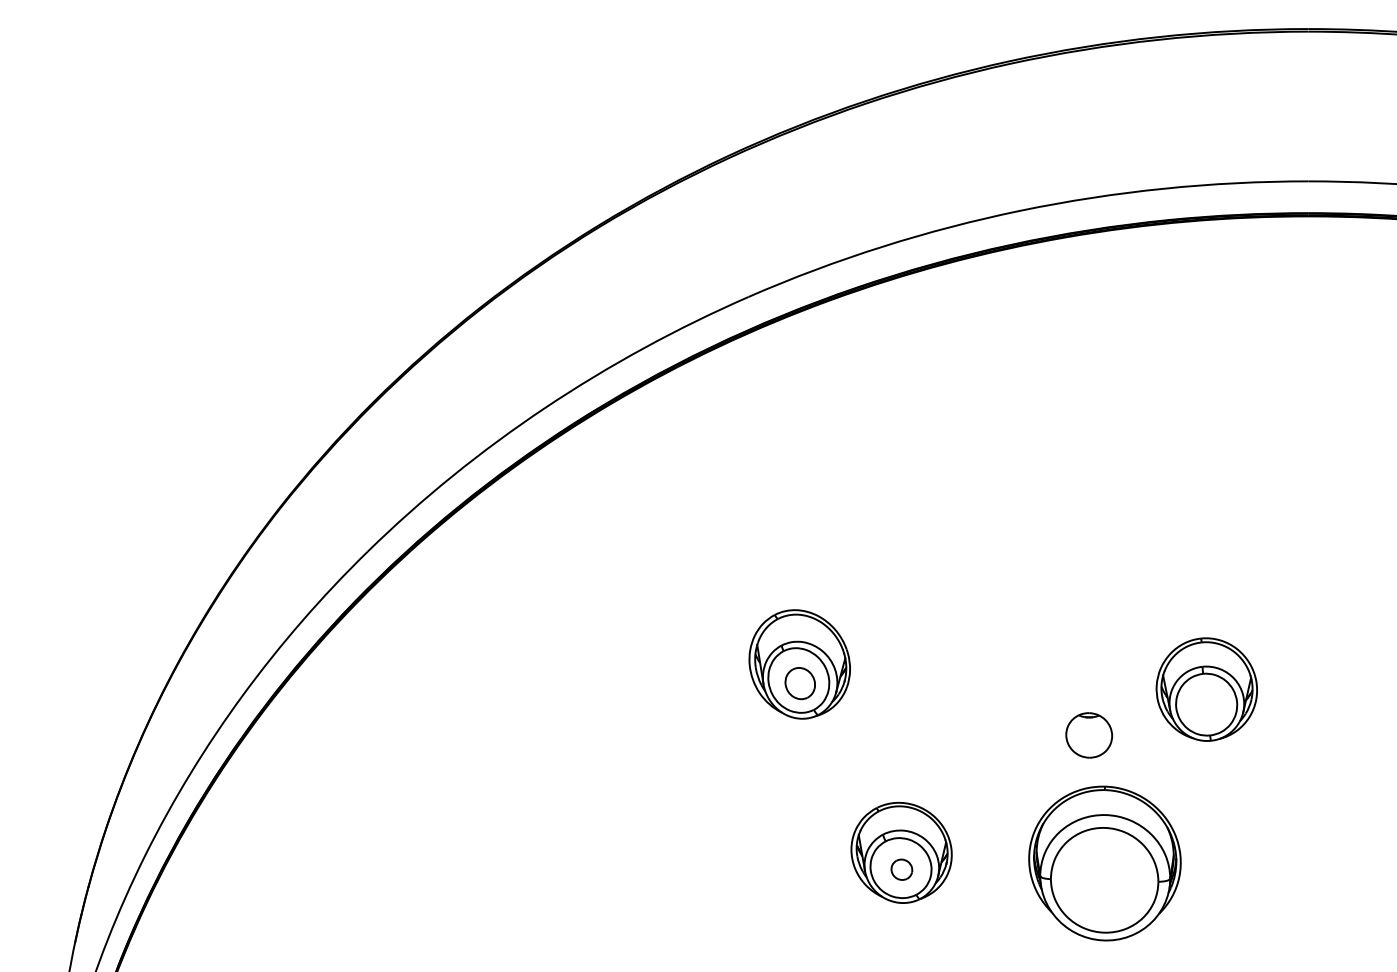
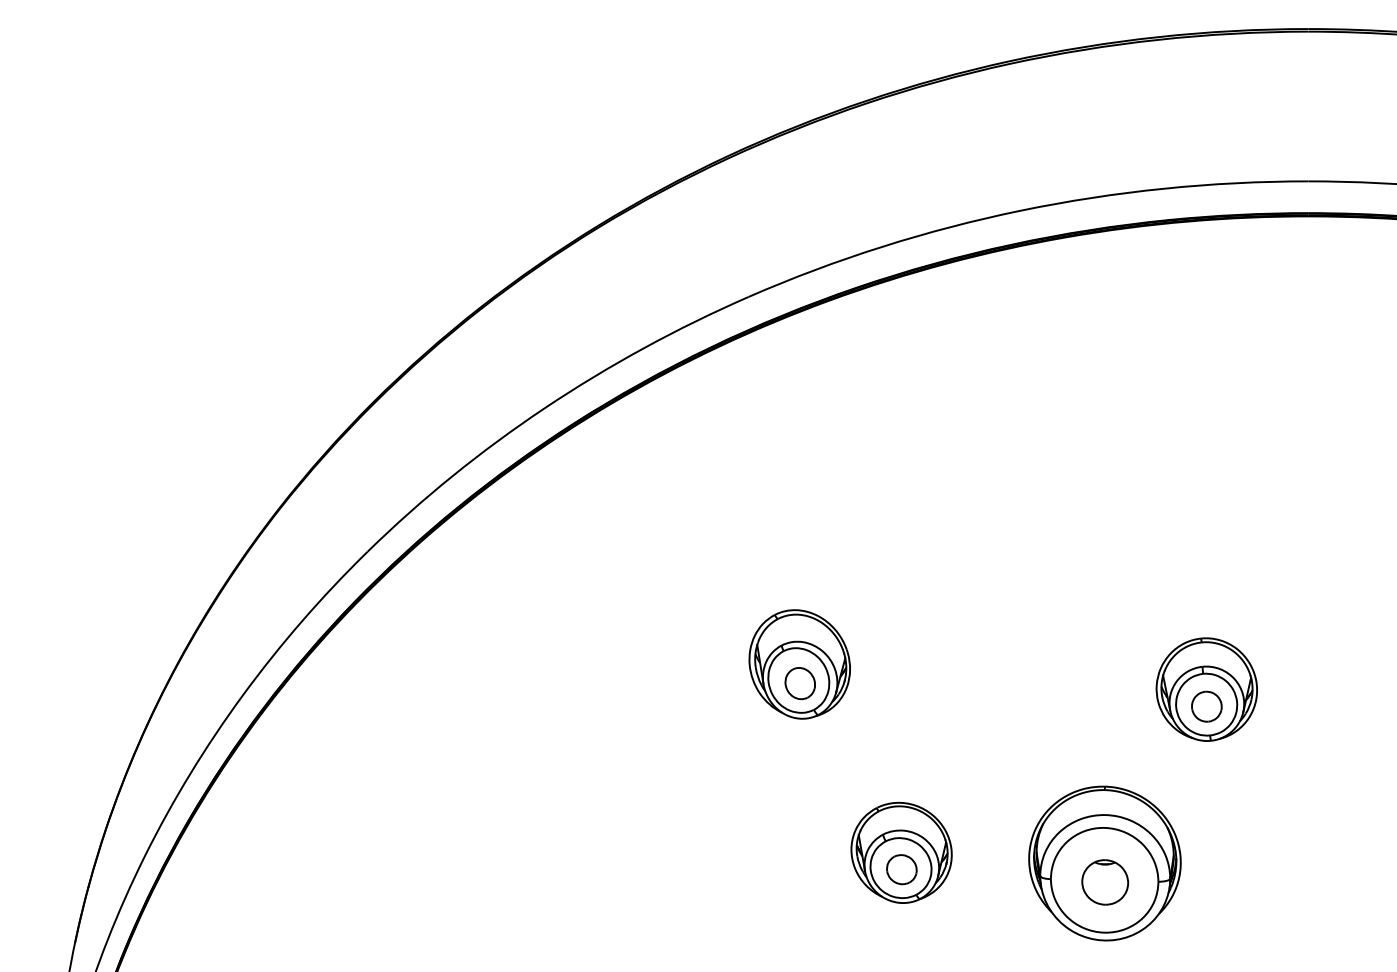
part at (1206, 706): none -> present
part at (1089, 735) position: (1089, 735) -> (1105, 882)
part at (901, 869) size: 24x23 px -> 32x32 px
